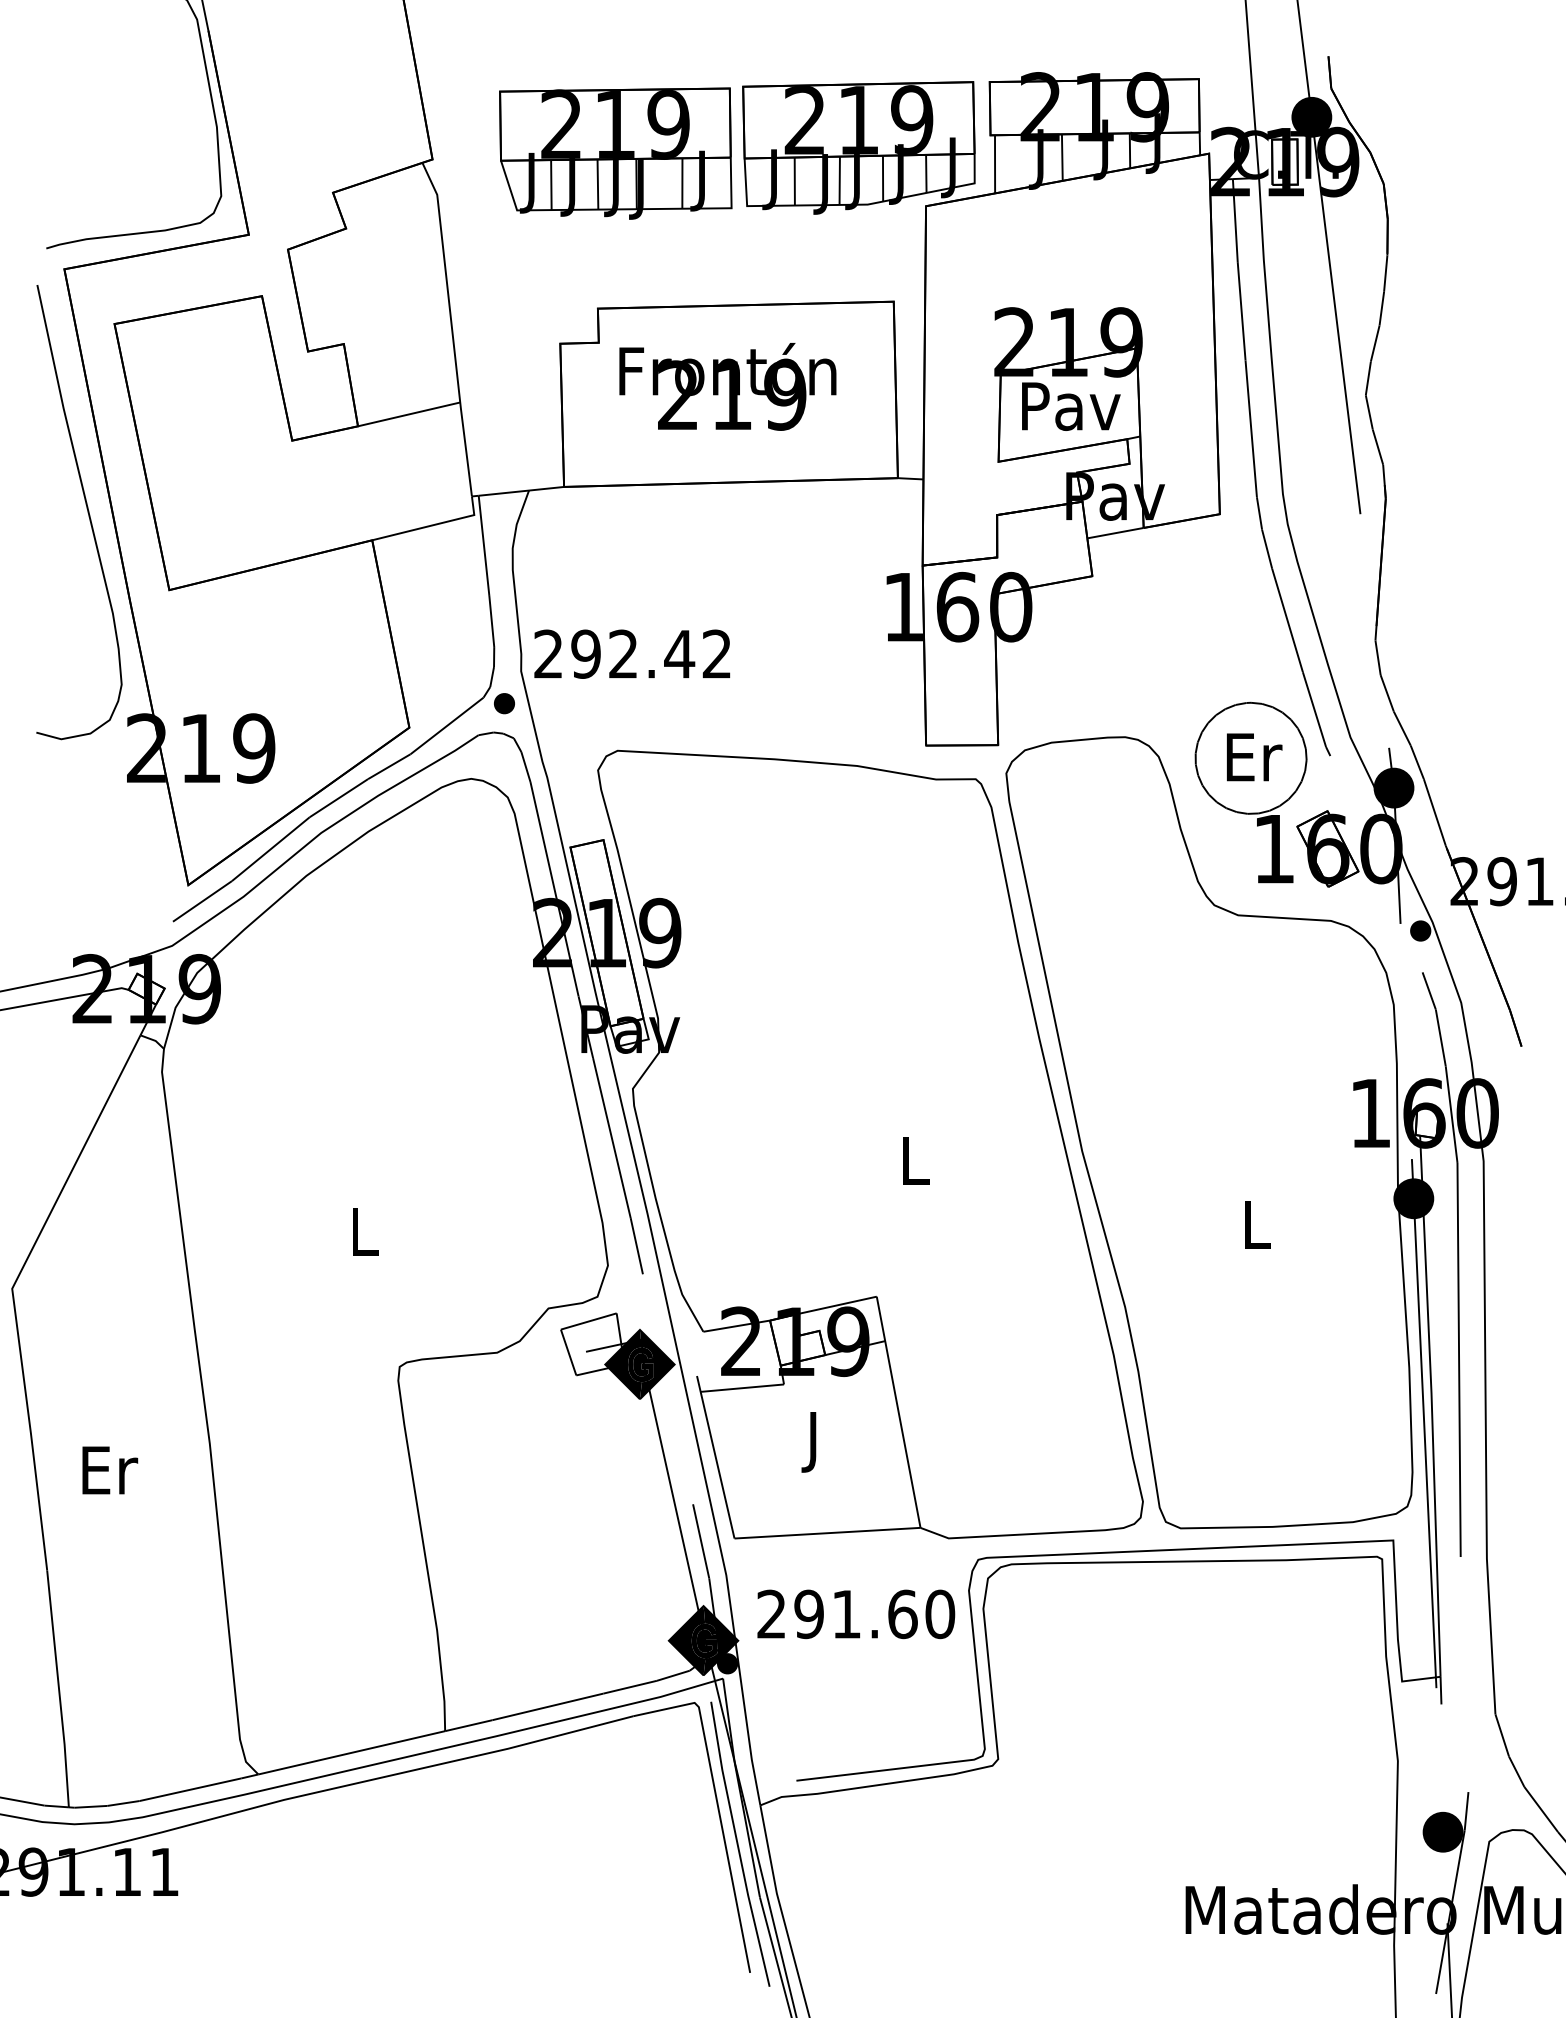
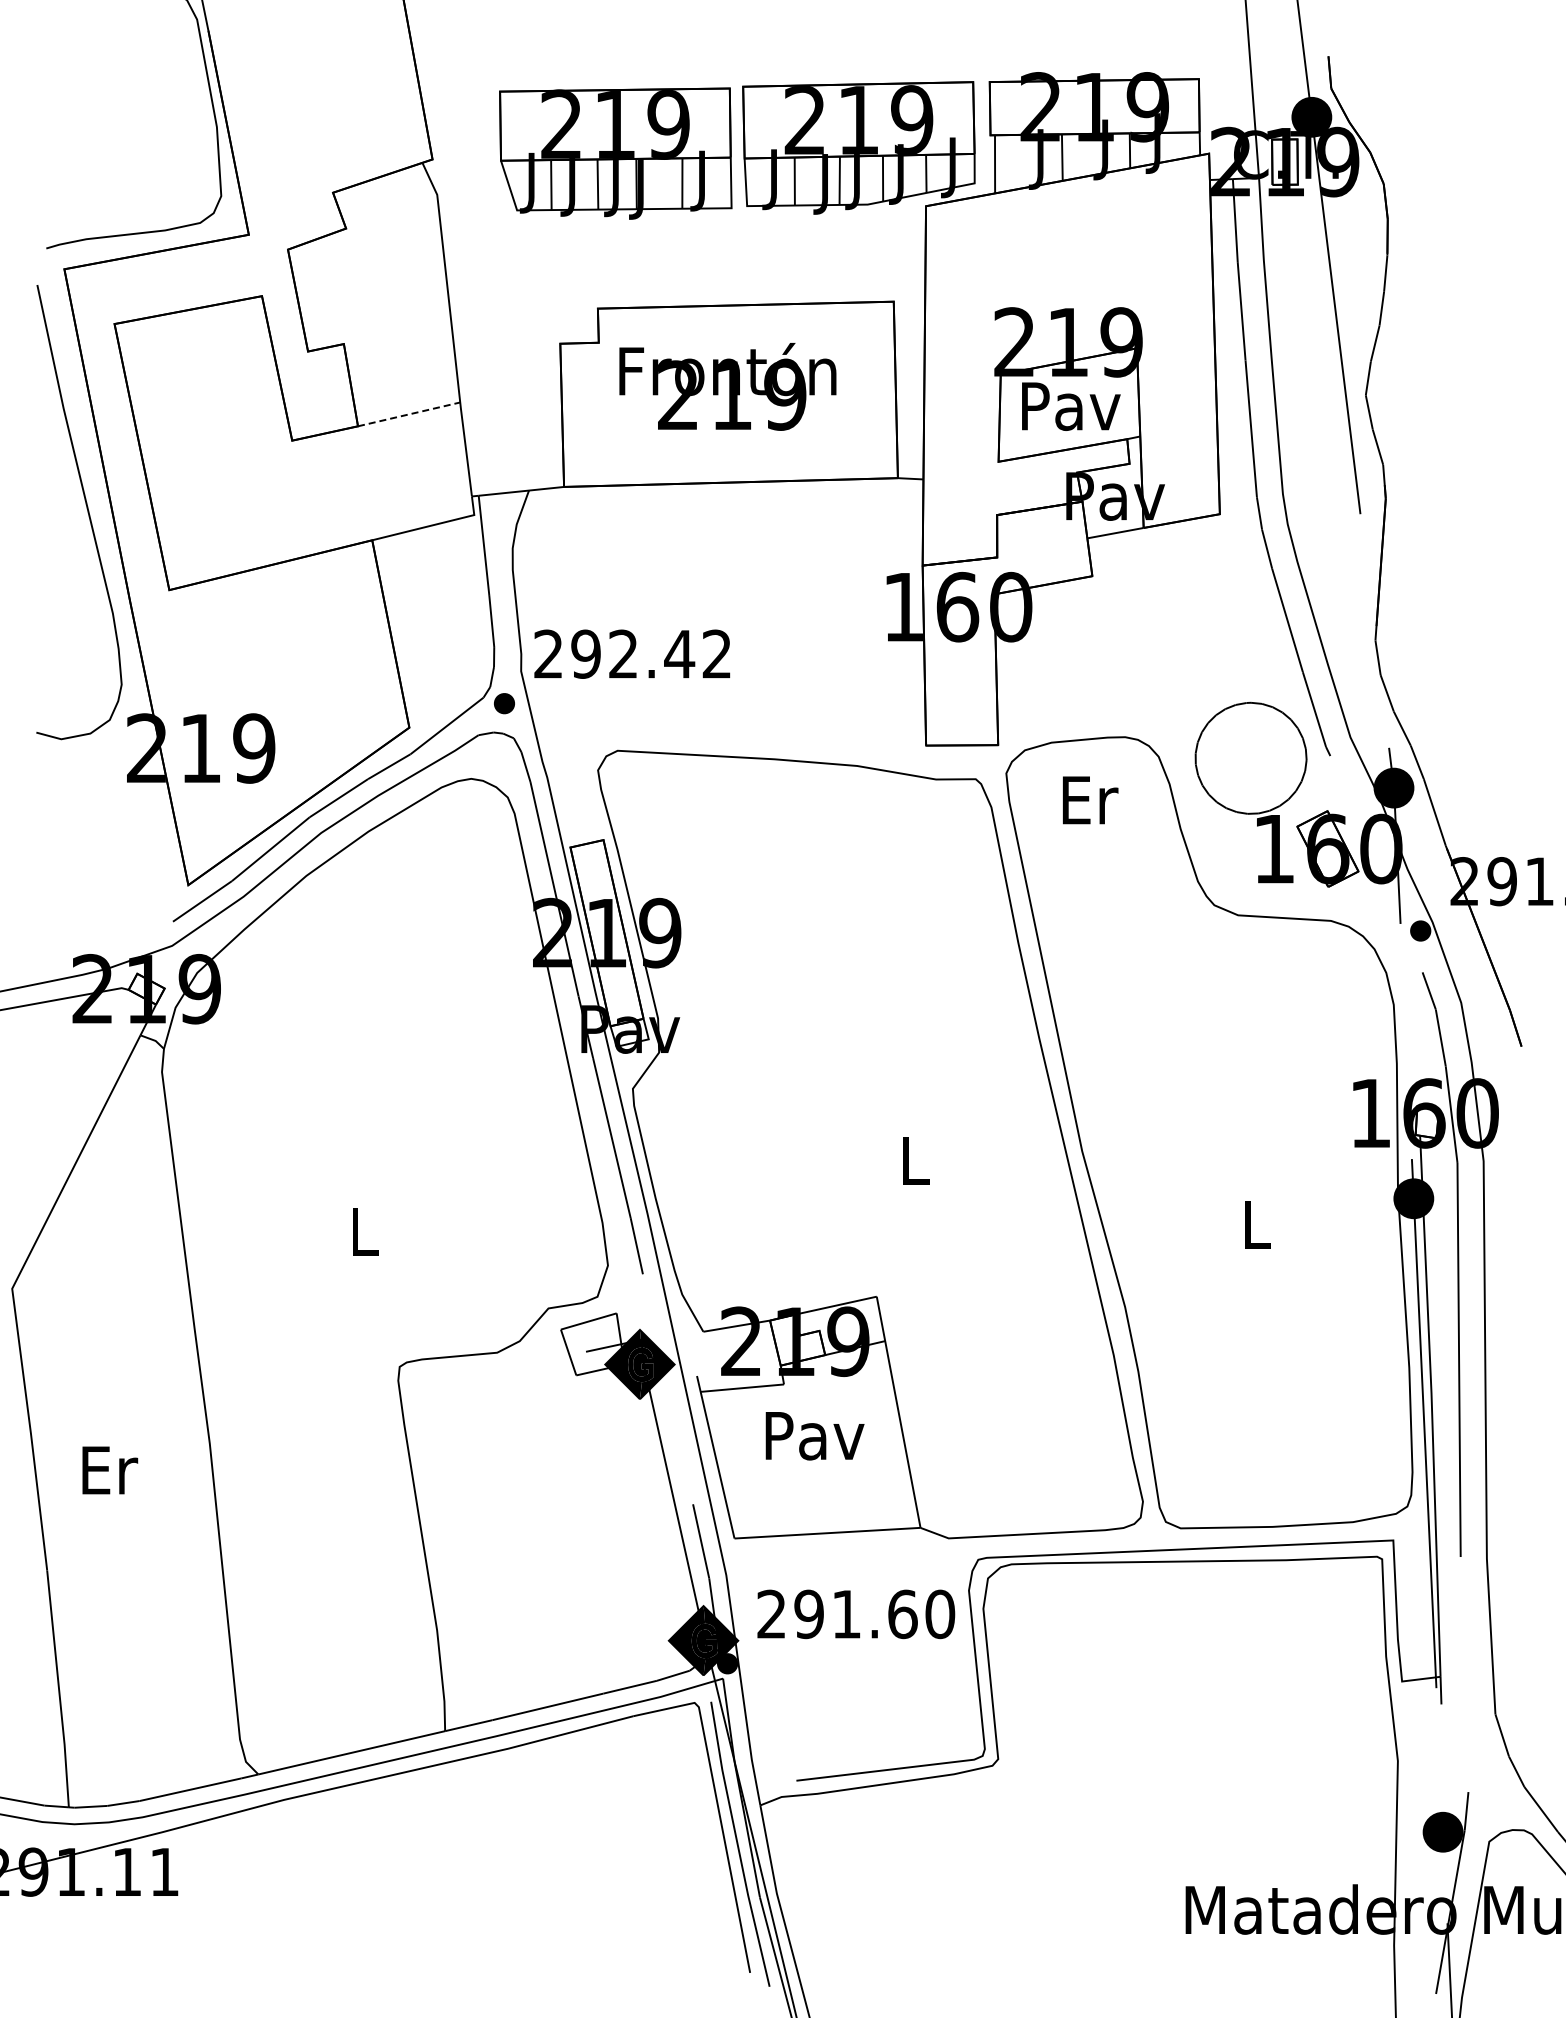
line at (409, 414): solid -> dashed
text at (1254, 757) position: (1254, 757) -> (1090, 800)
text at (814, 1442): J -> Pav
